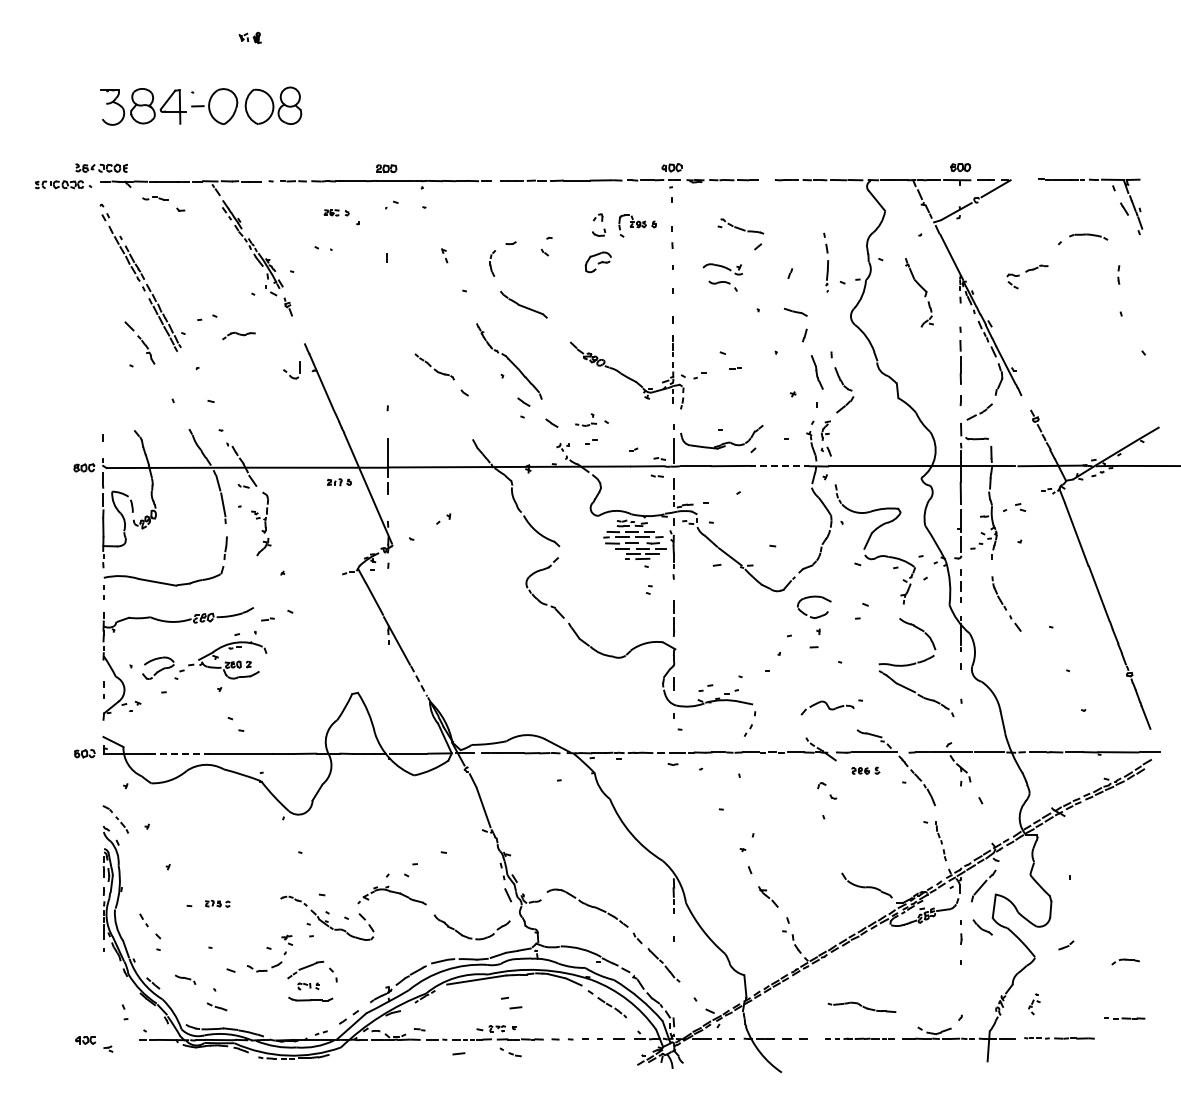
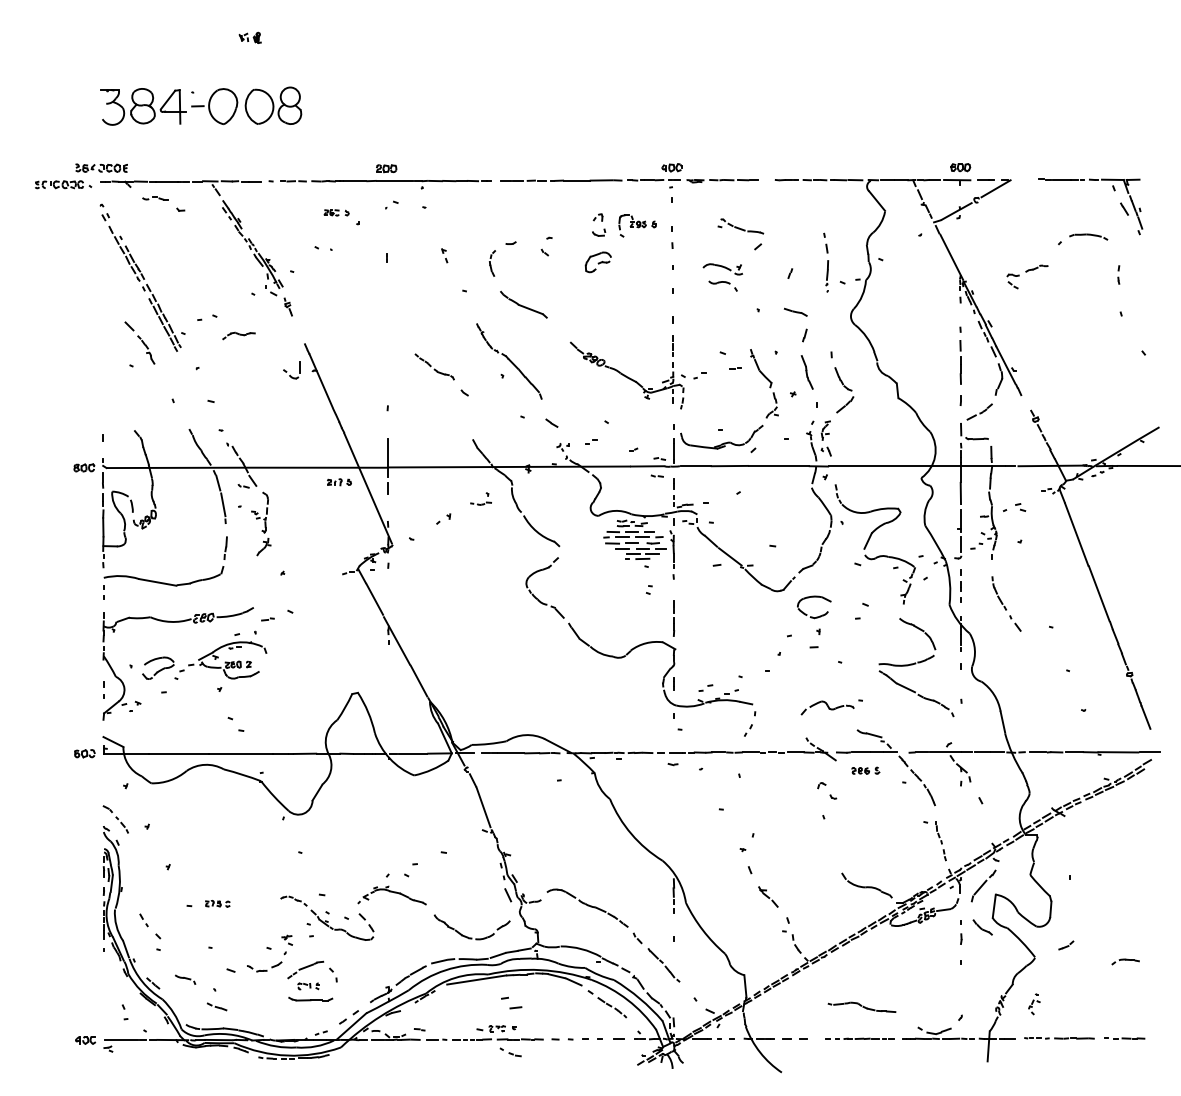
part at (919, 292) position: (919, 292) -> (764, 383)
part at (816, 372) position: (816, 372) -> (806, 372)
line at (523, 401): present -> none
part at (585, 419) position: (585, 419) -> (480, 498)
line at (779, 466): dashed -> solid
line at (419, 681): dashed -> solid
line at (178, 753): dashed -> solid
line at (1124, 1018) position: (1124, 1018) -> (1124, 1038)
line at (121, 1040): none -> present
line at (458, 1053): present -> none
